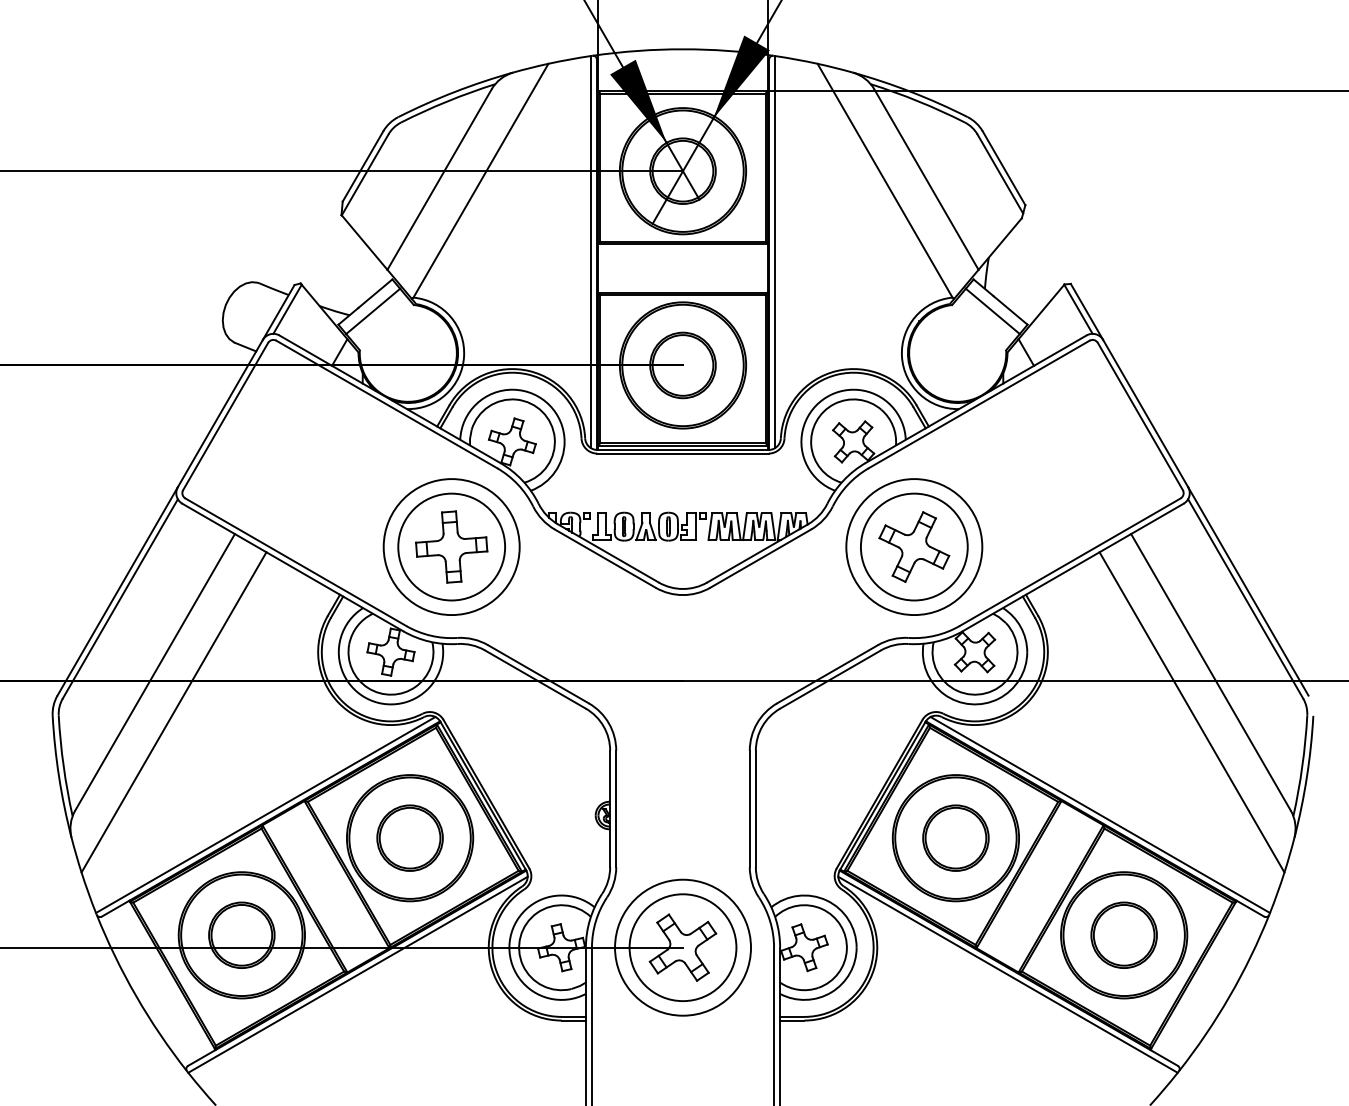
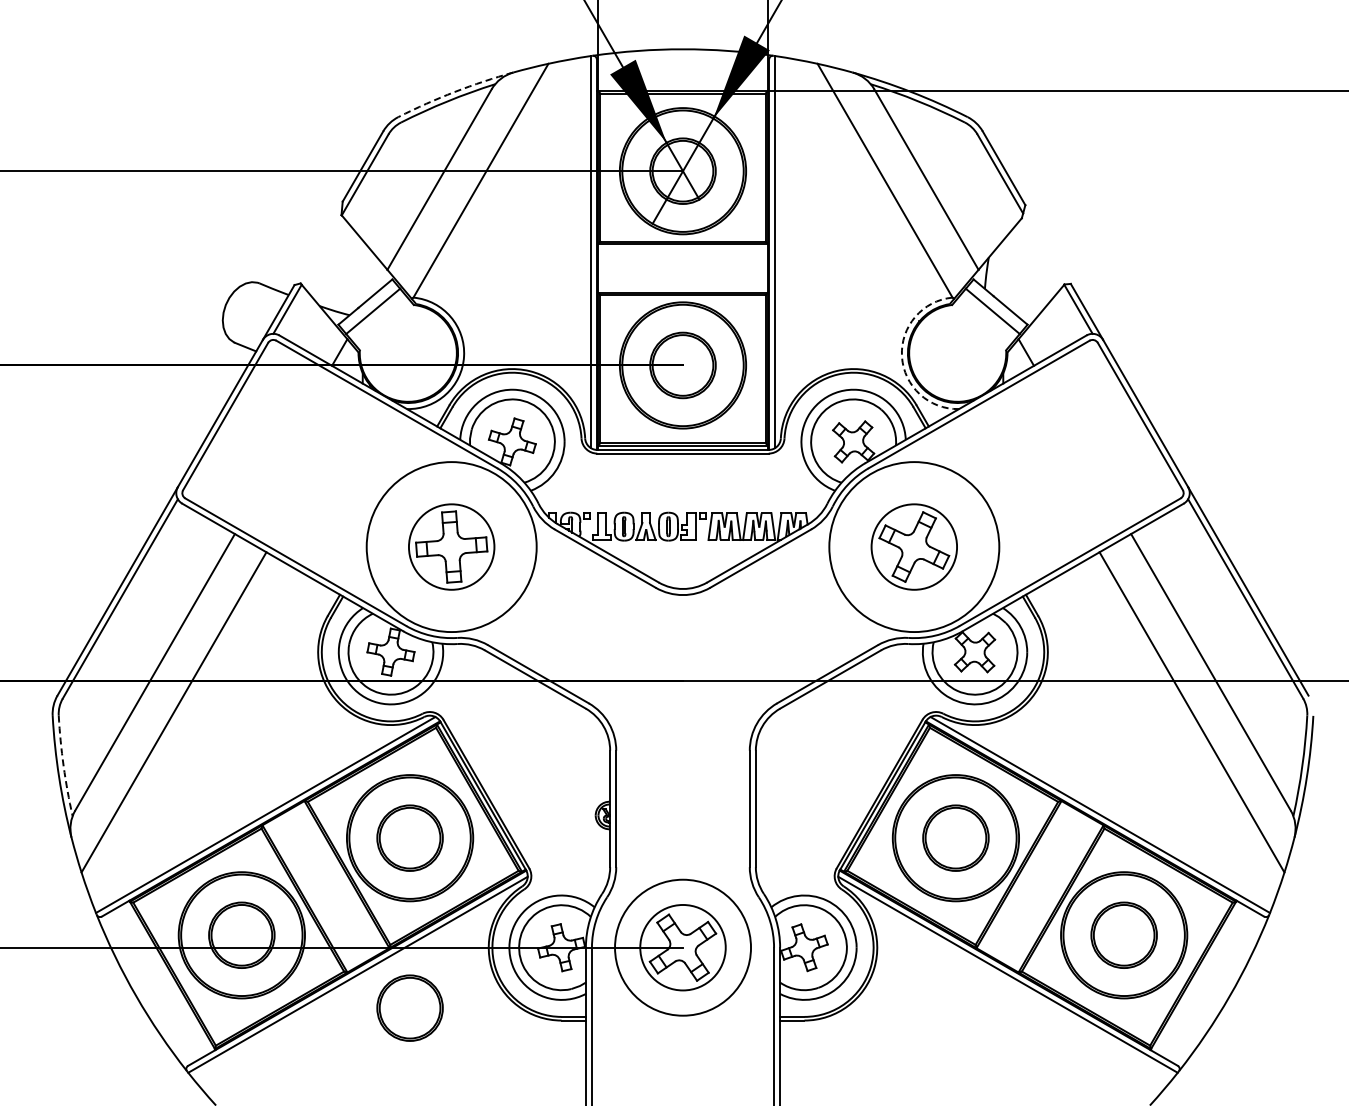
arc at (454, 91): solid -> dashed
arc at (901, 356): solid -> dashed
circle at (451, 546) diameter: 107 px -> 85 px
circle at (913, 546) diameter: 107 px -> 85 px
circle at (451, 547) diameter: 136 px -> 170 px
circle at (914, 547) diameter: 136 px -> 170 px
arc at (63, 766): solid -> dashed
circle at (682, 947) diameter: 107 px -> 85 px
part at (409, 1007): none -> present
